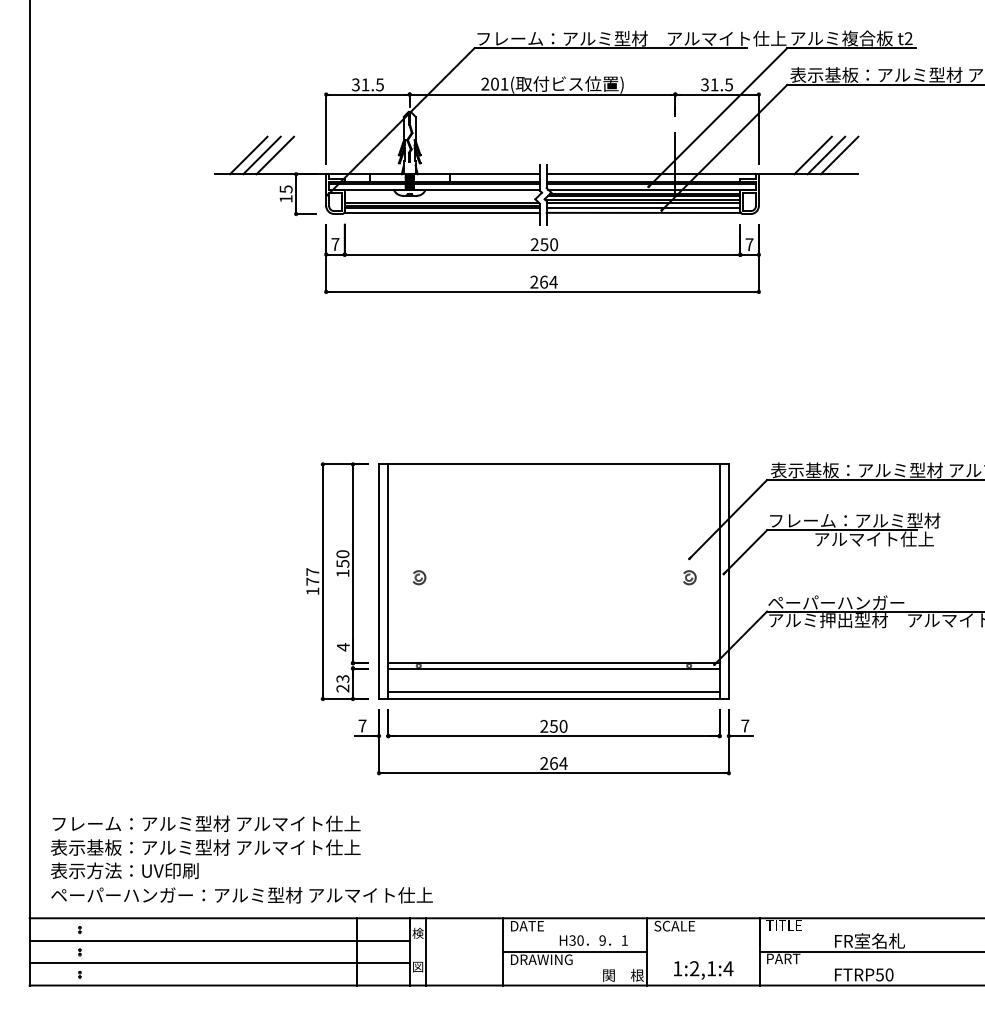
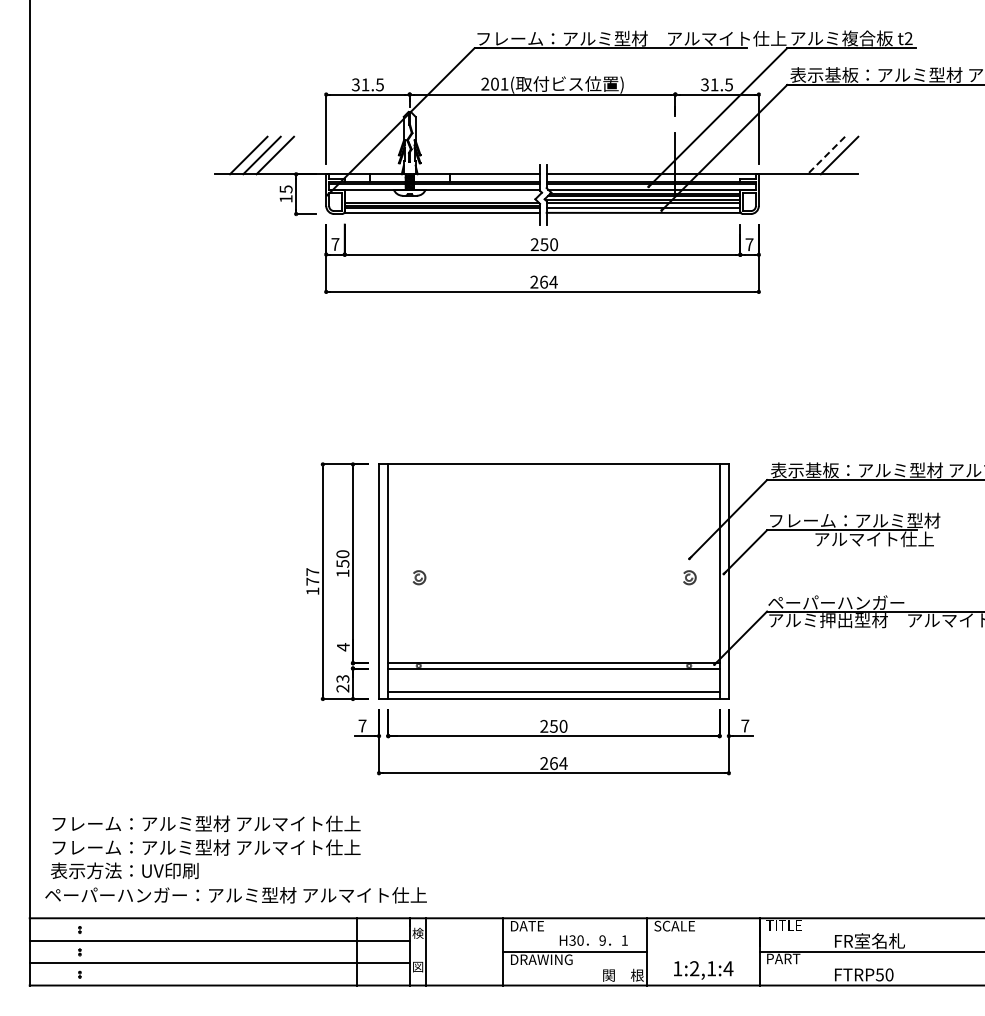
line at (812, 155): present -> none
line at (826, 155): solid -> dashed
text at (86, 847): 表示基板：アルミ型材 アルマイト仕上 -> フレーム：アルミ型材 アルマイト仕上
text at (241, 895) position: (241, 895) -> (235, 895)
